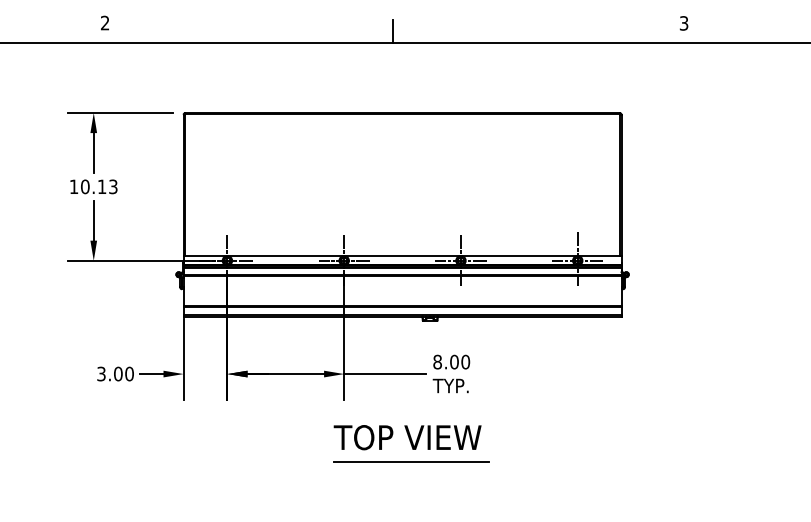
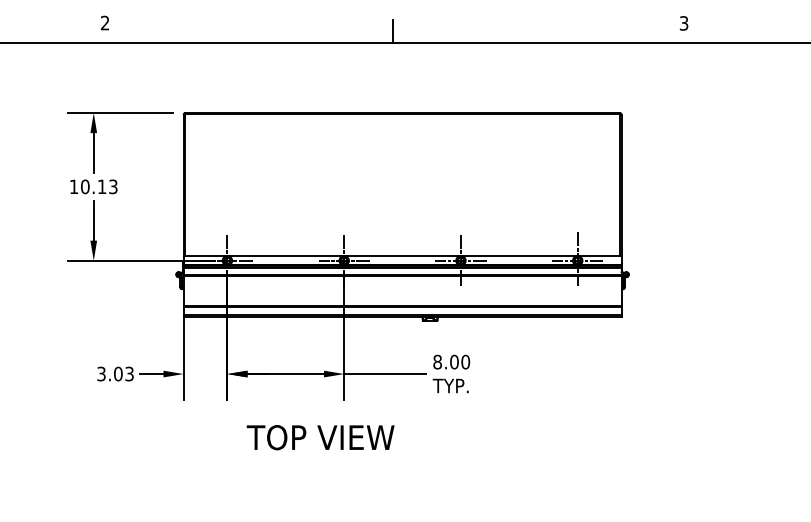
text at (129, 373): 3.00 -> 3.03
text at (407, 437) position: (407, 437) -> (320, 437)
line at (410, 461): present -> none
